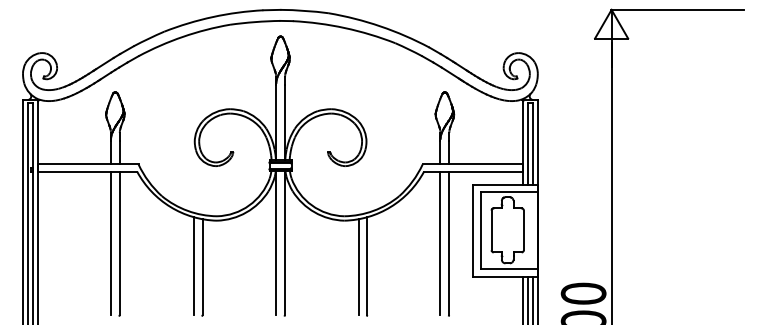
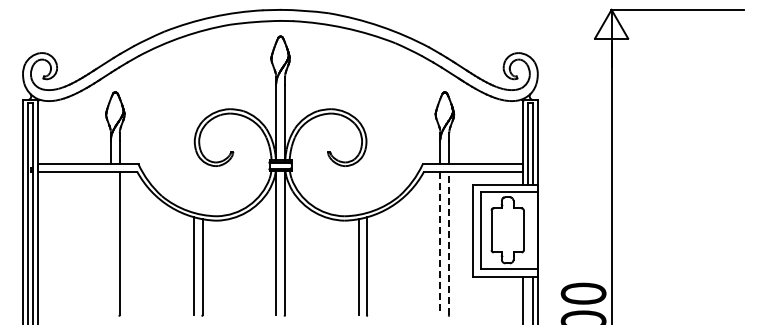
line at (110, 243): present -> none
line at (440, 243): solid -> dashed
line at (449, 243): solid -> dashed
line at (528, 298): present -> none
